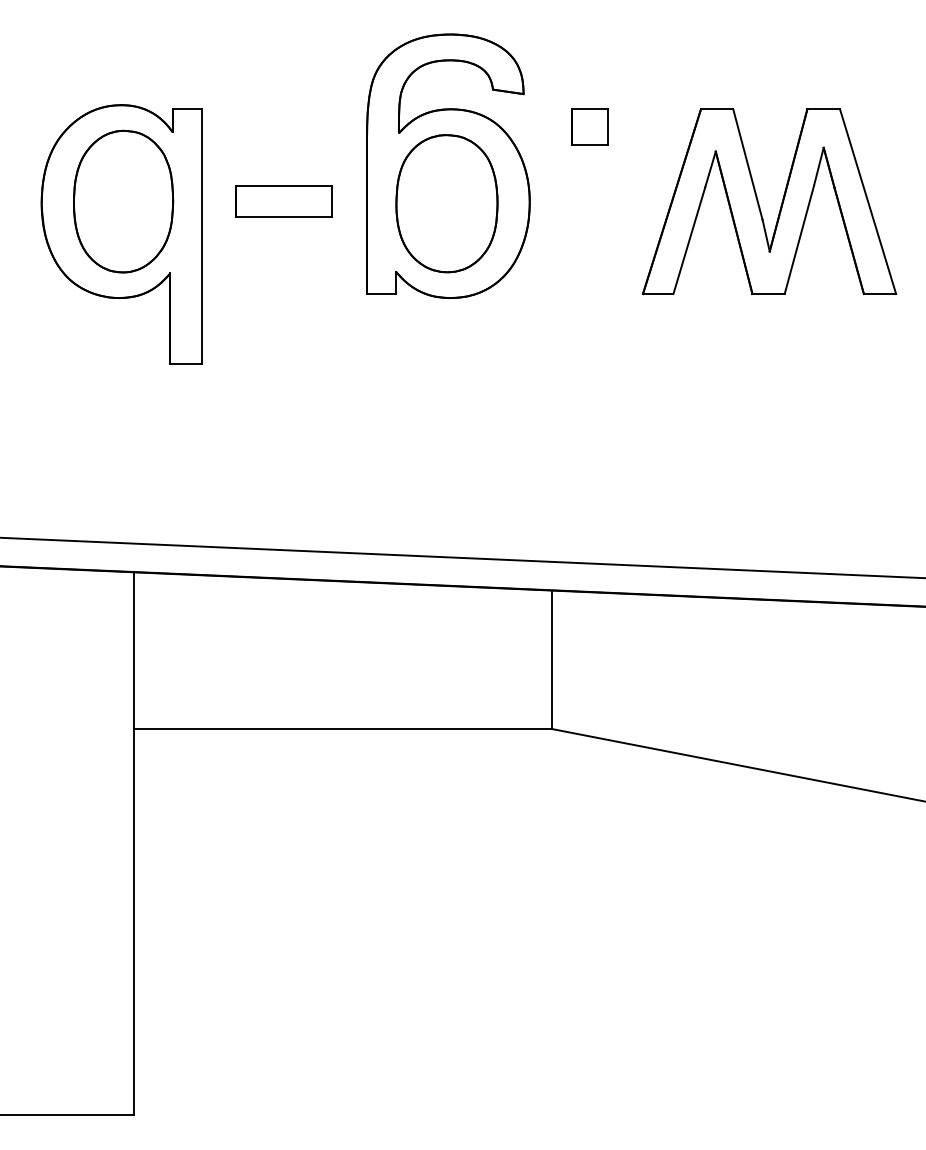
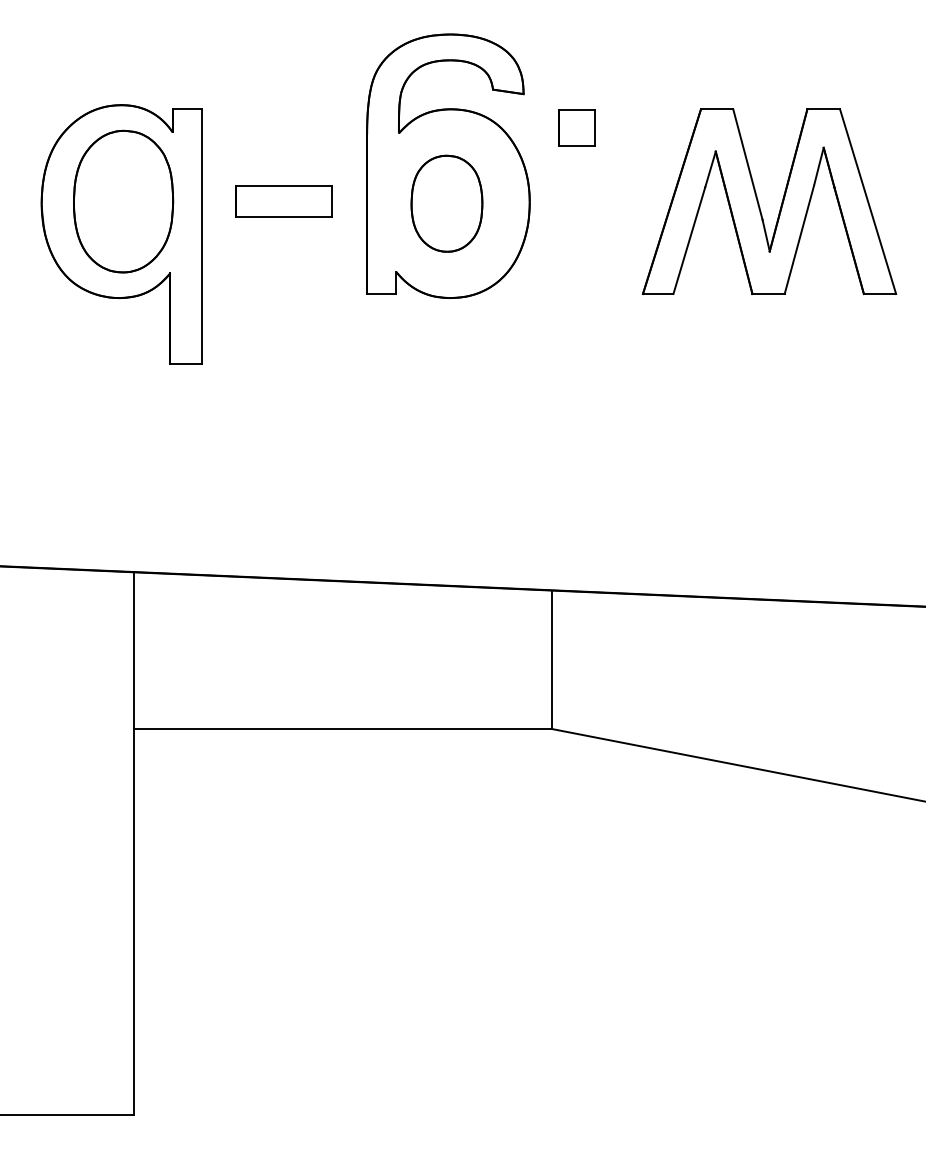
part at (589, 126) position: (589, 126) -> (576, 127)
part at (446, 203) size: 104x140 px -> 74x99 px
line at (462, 557): present -> none
